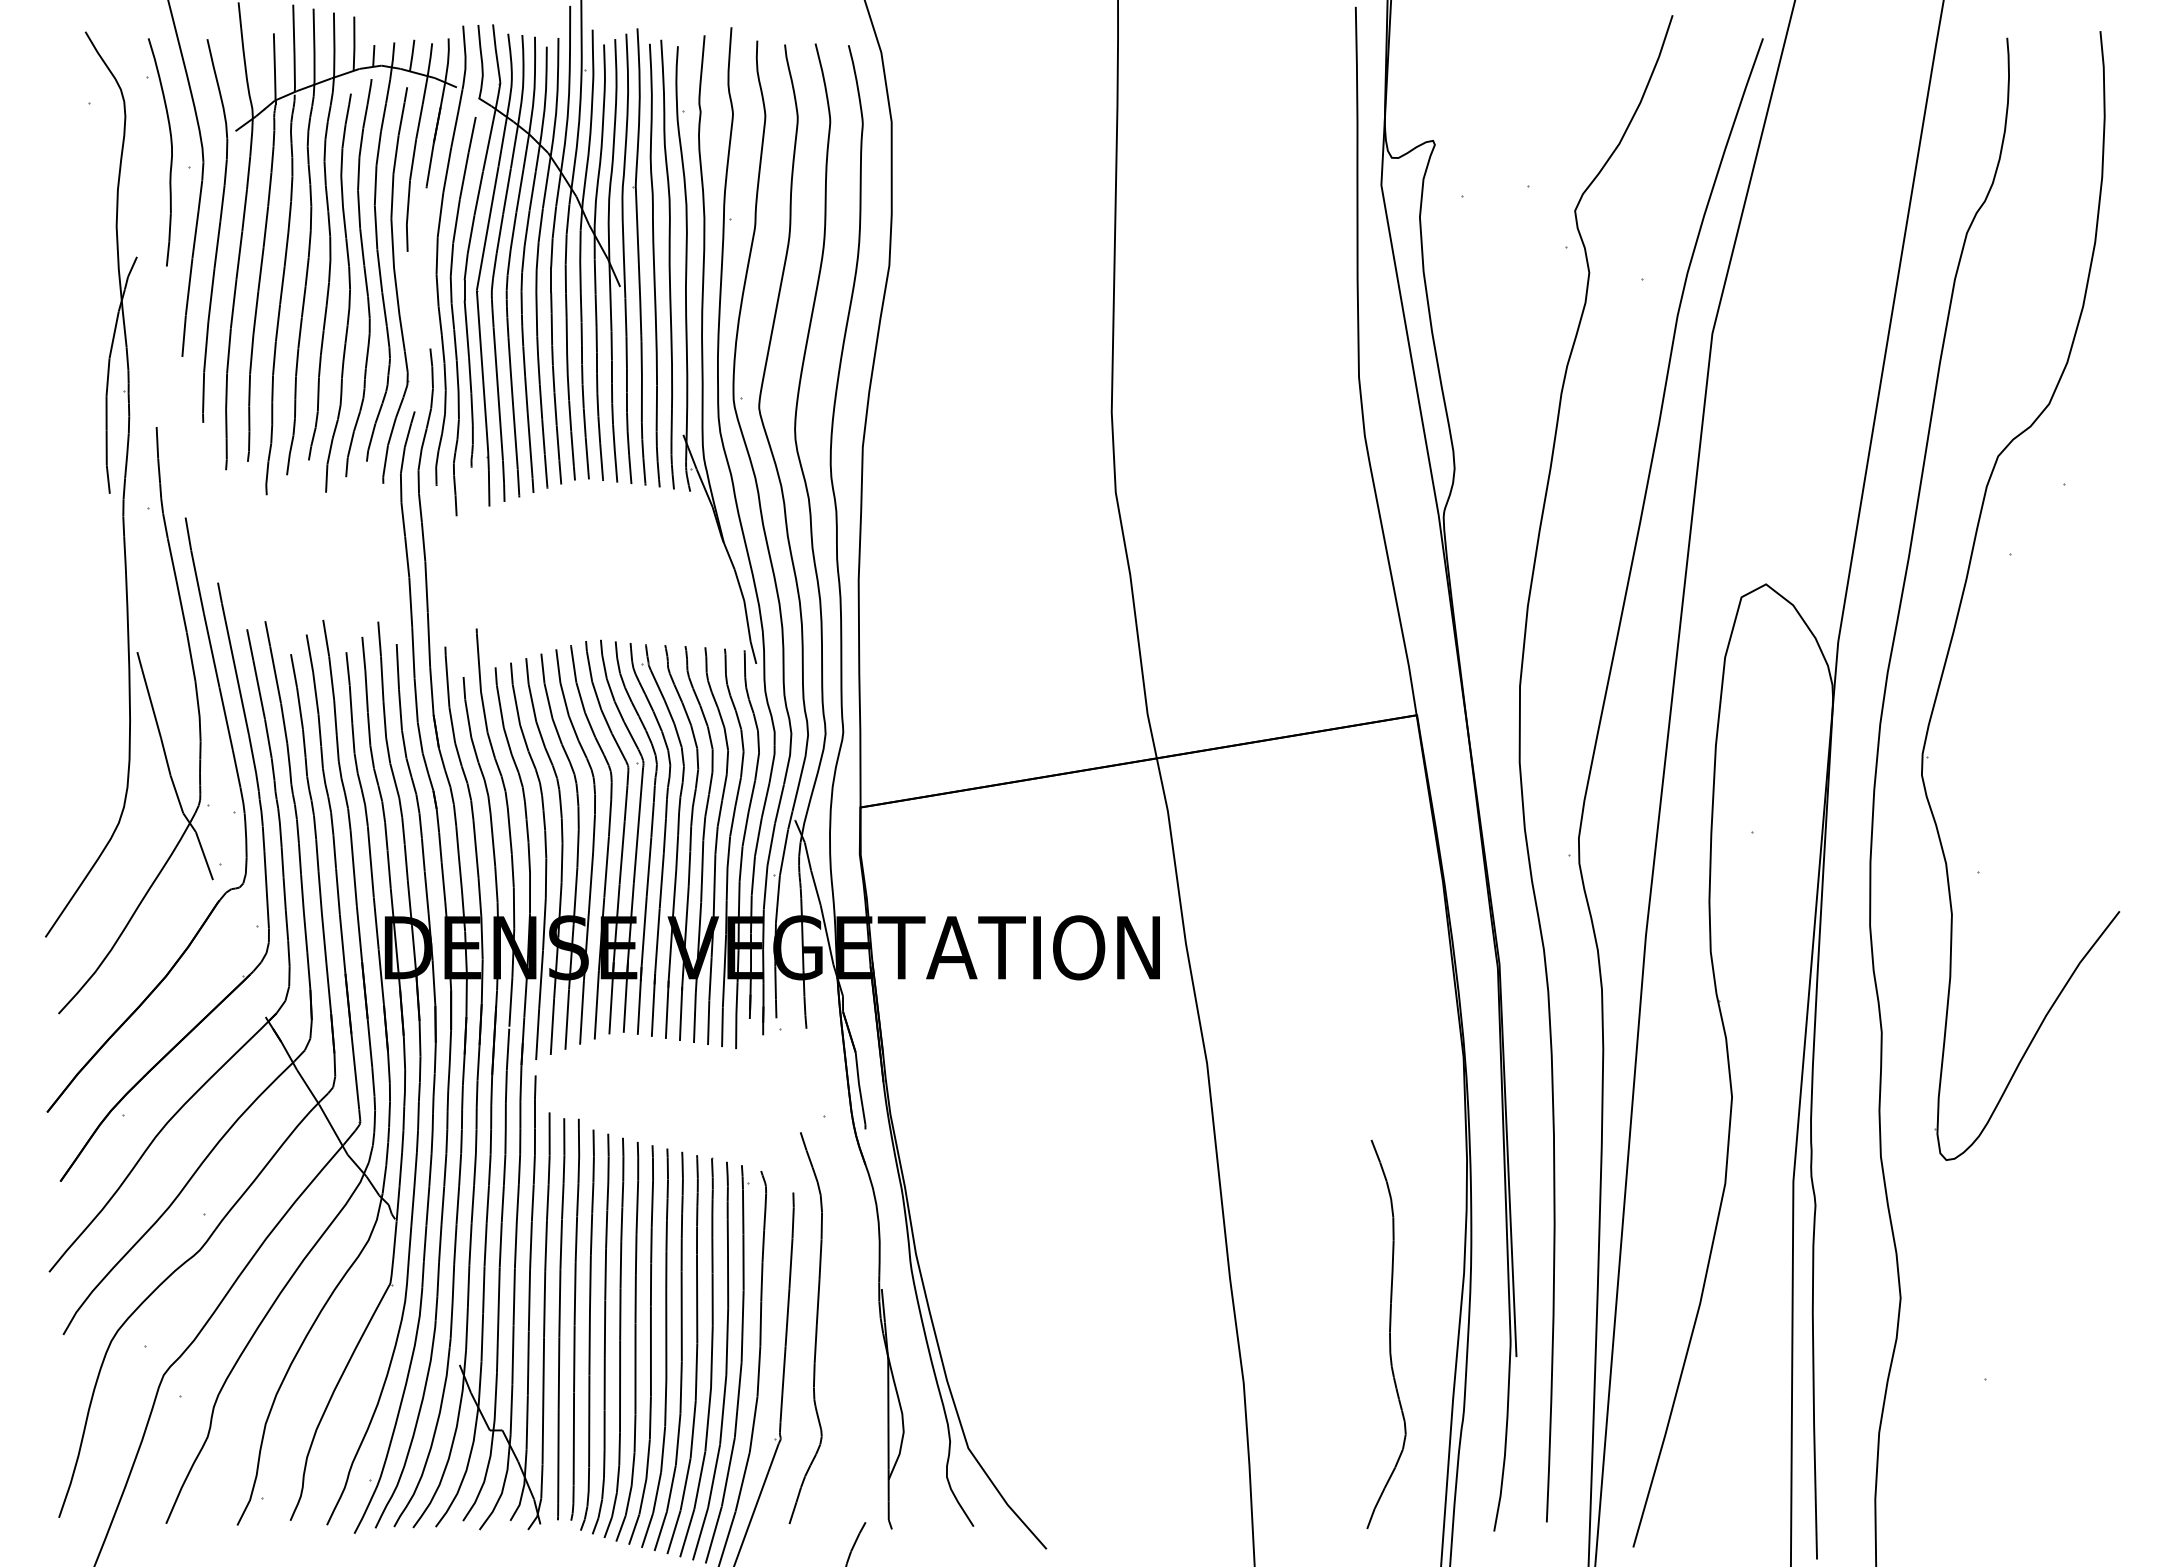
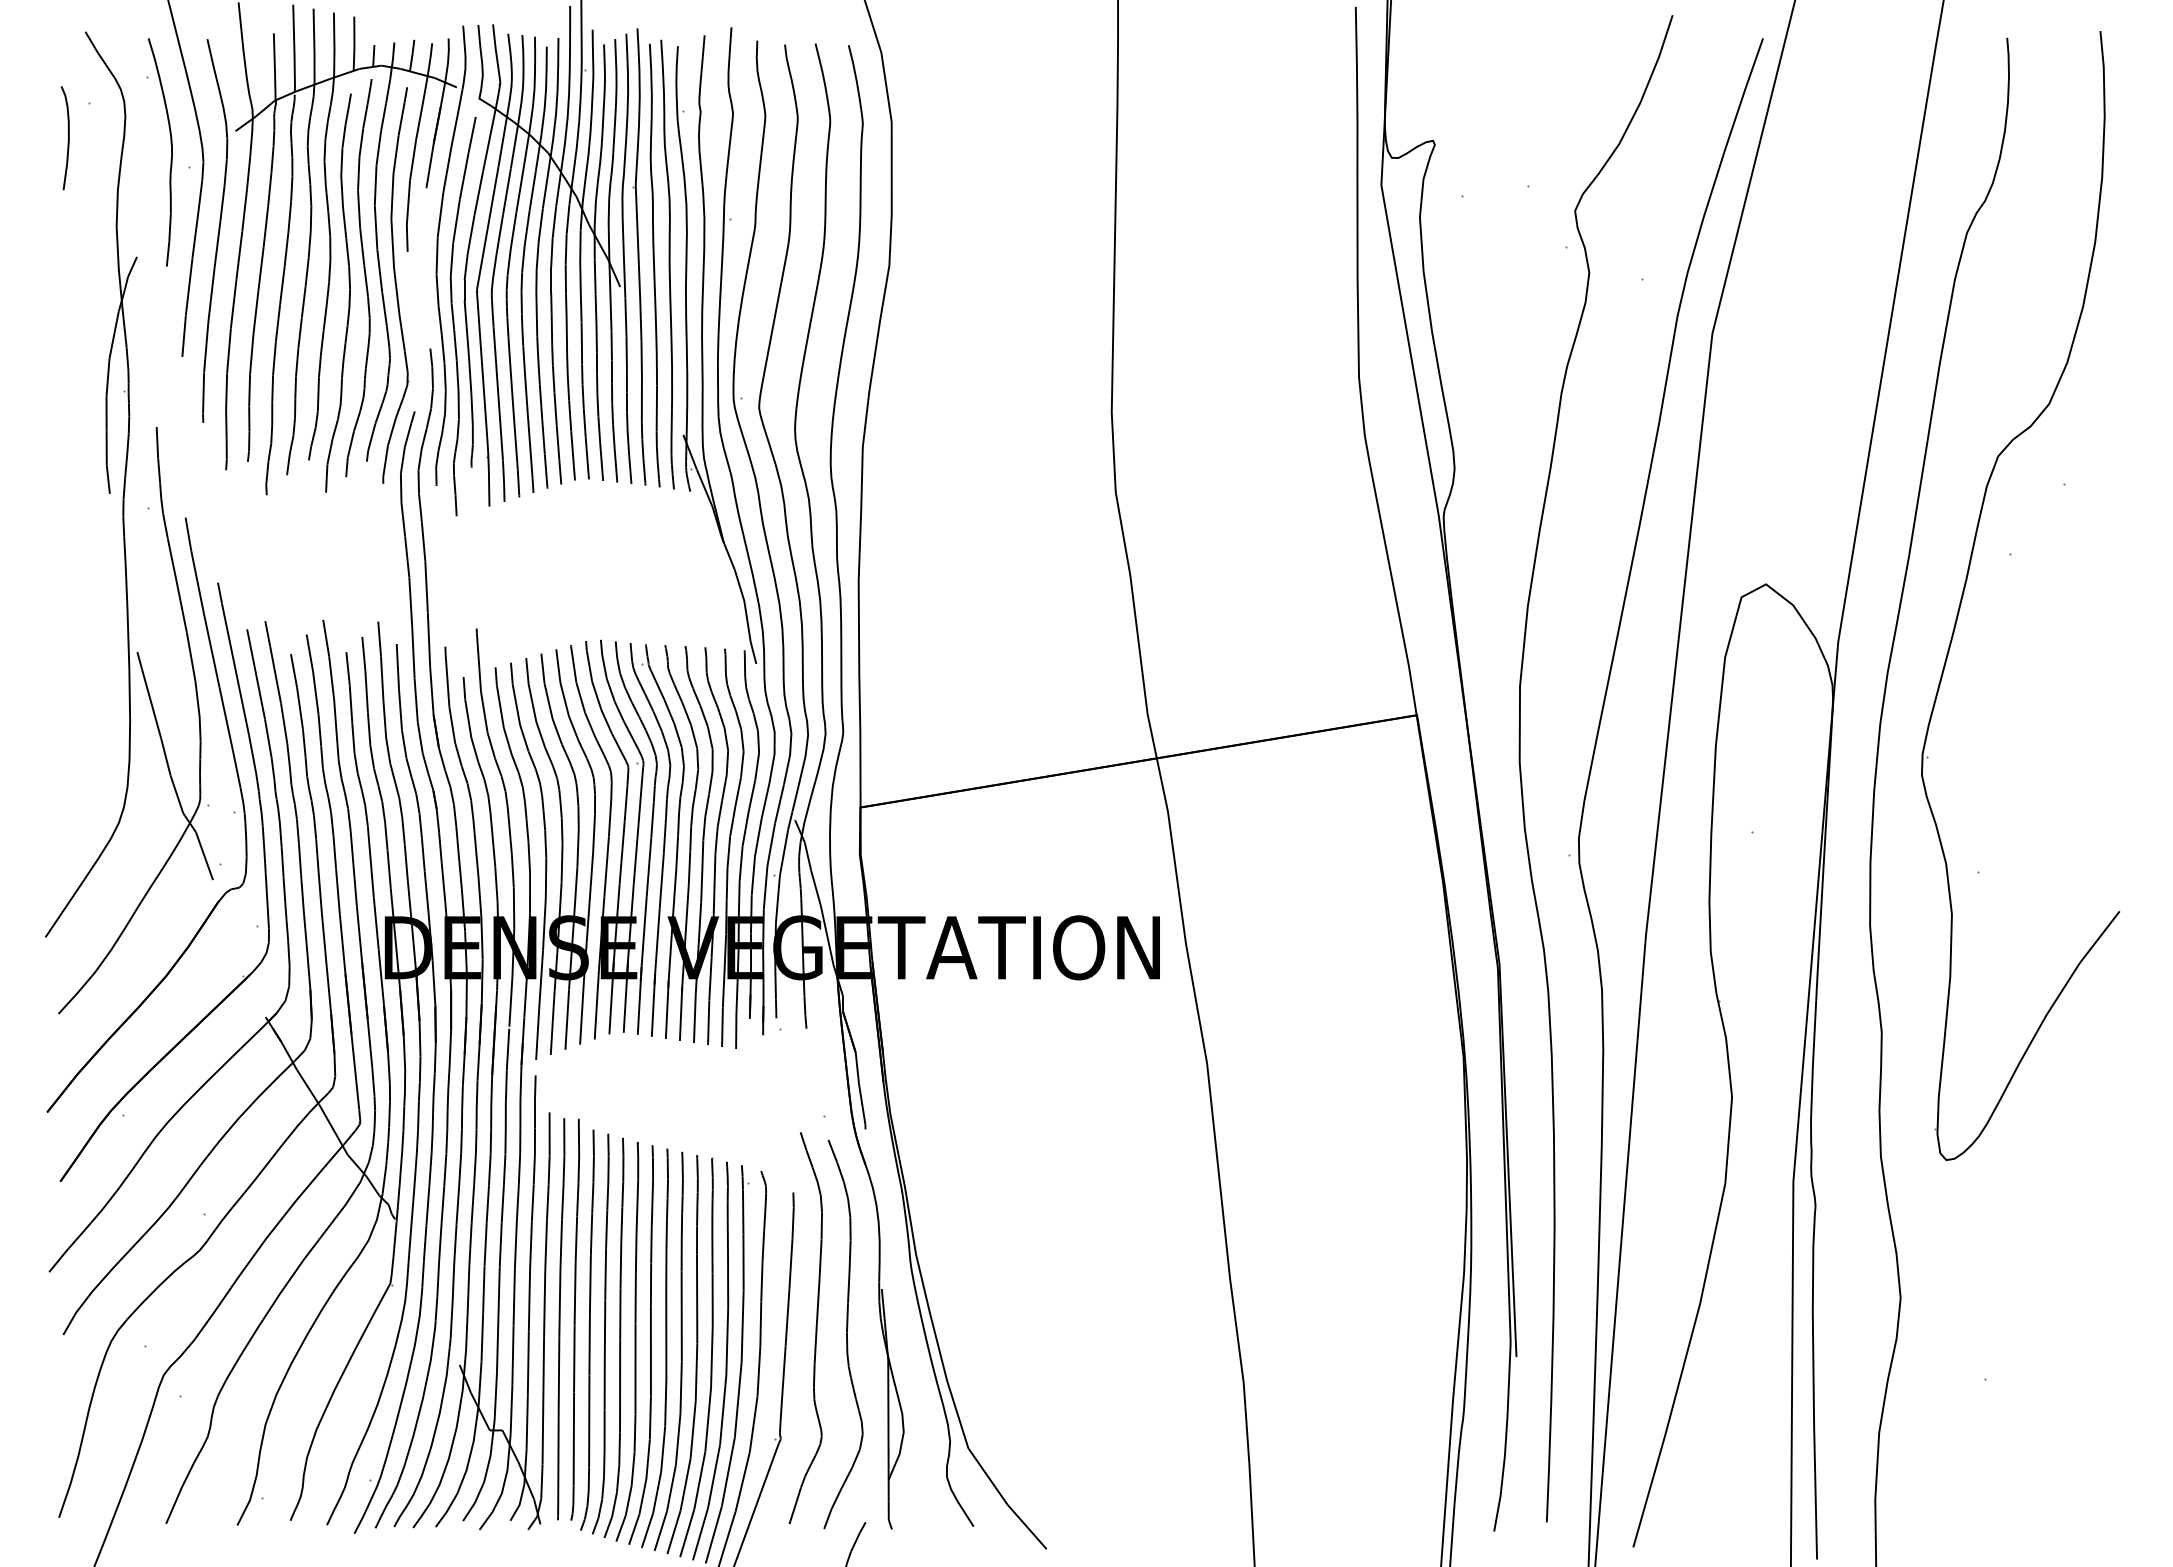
curve at (68, 138): none -> present
curve at (1389, 1334) position: (1389, 1334) -> (846, 1334)
